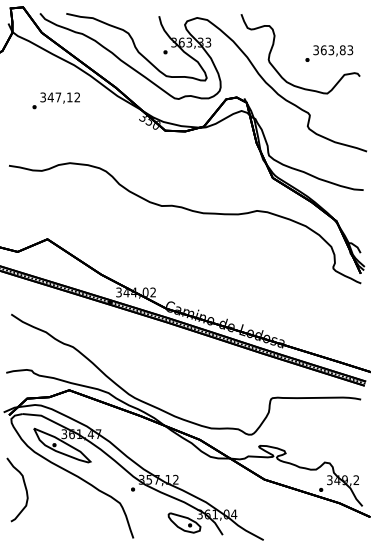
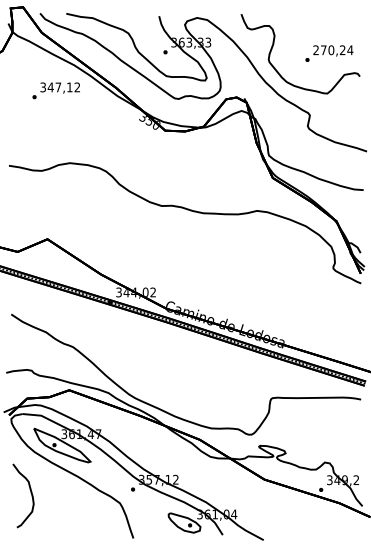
text at (333, 50): 363,83 -> 270,24
text at (55, 100) position: (55, 100) -> (55, 90)
curve at (24, 487) position: (24, 487) -> (30, 493)
